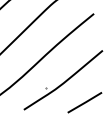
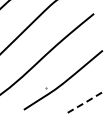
line at (85, 102): solid -> dashed
